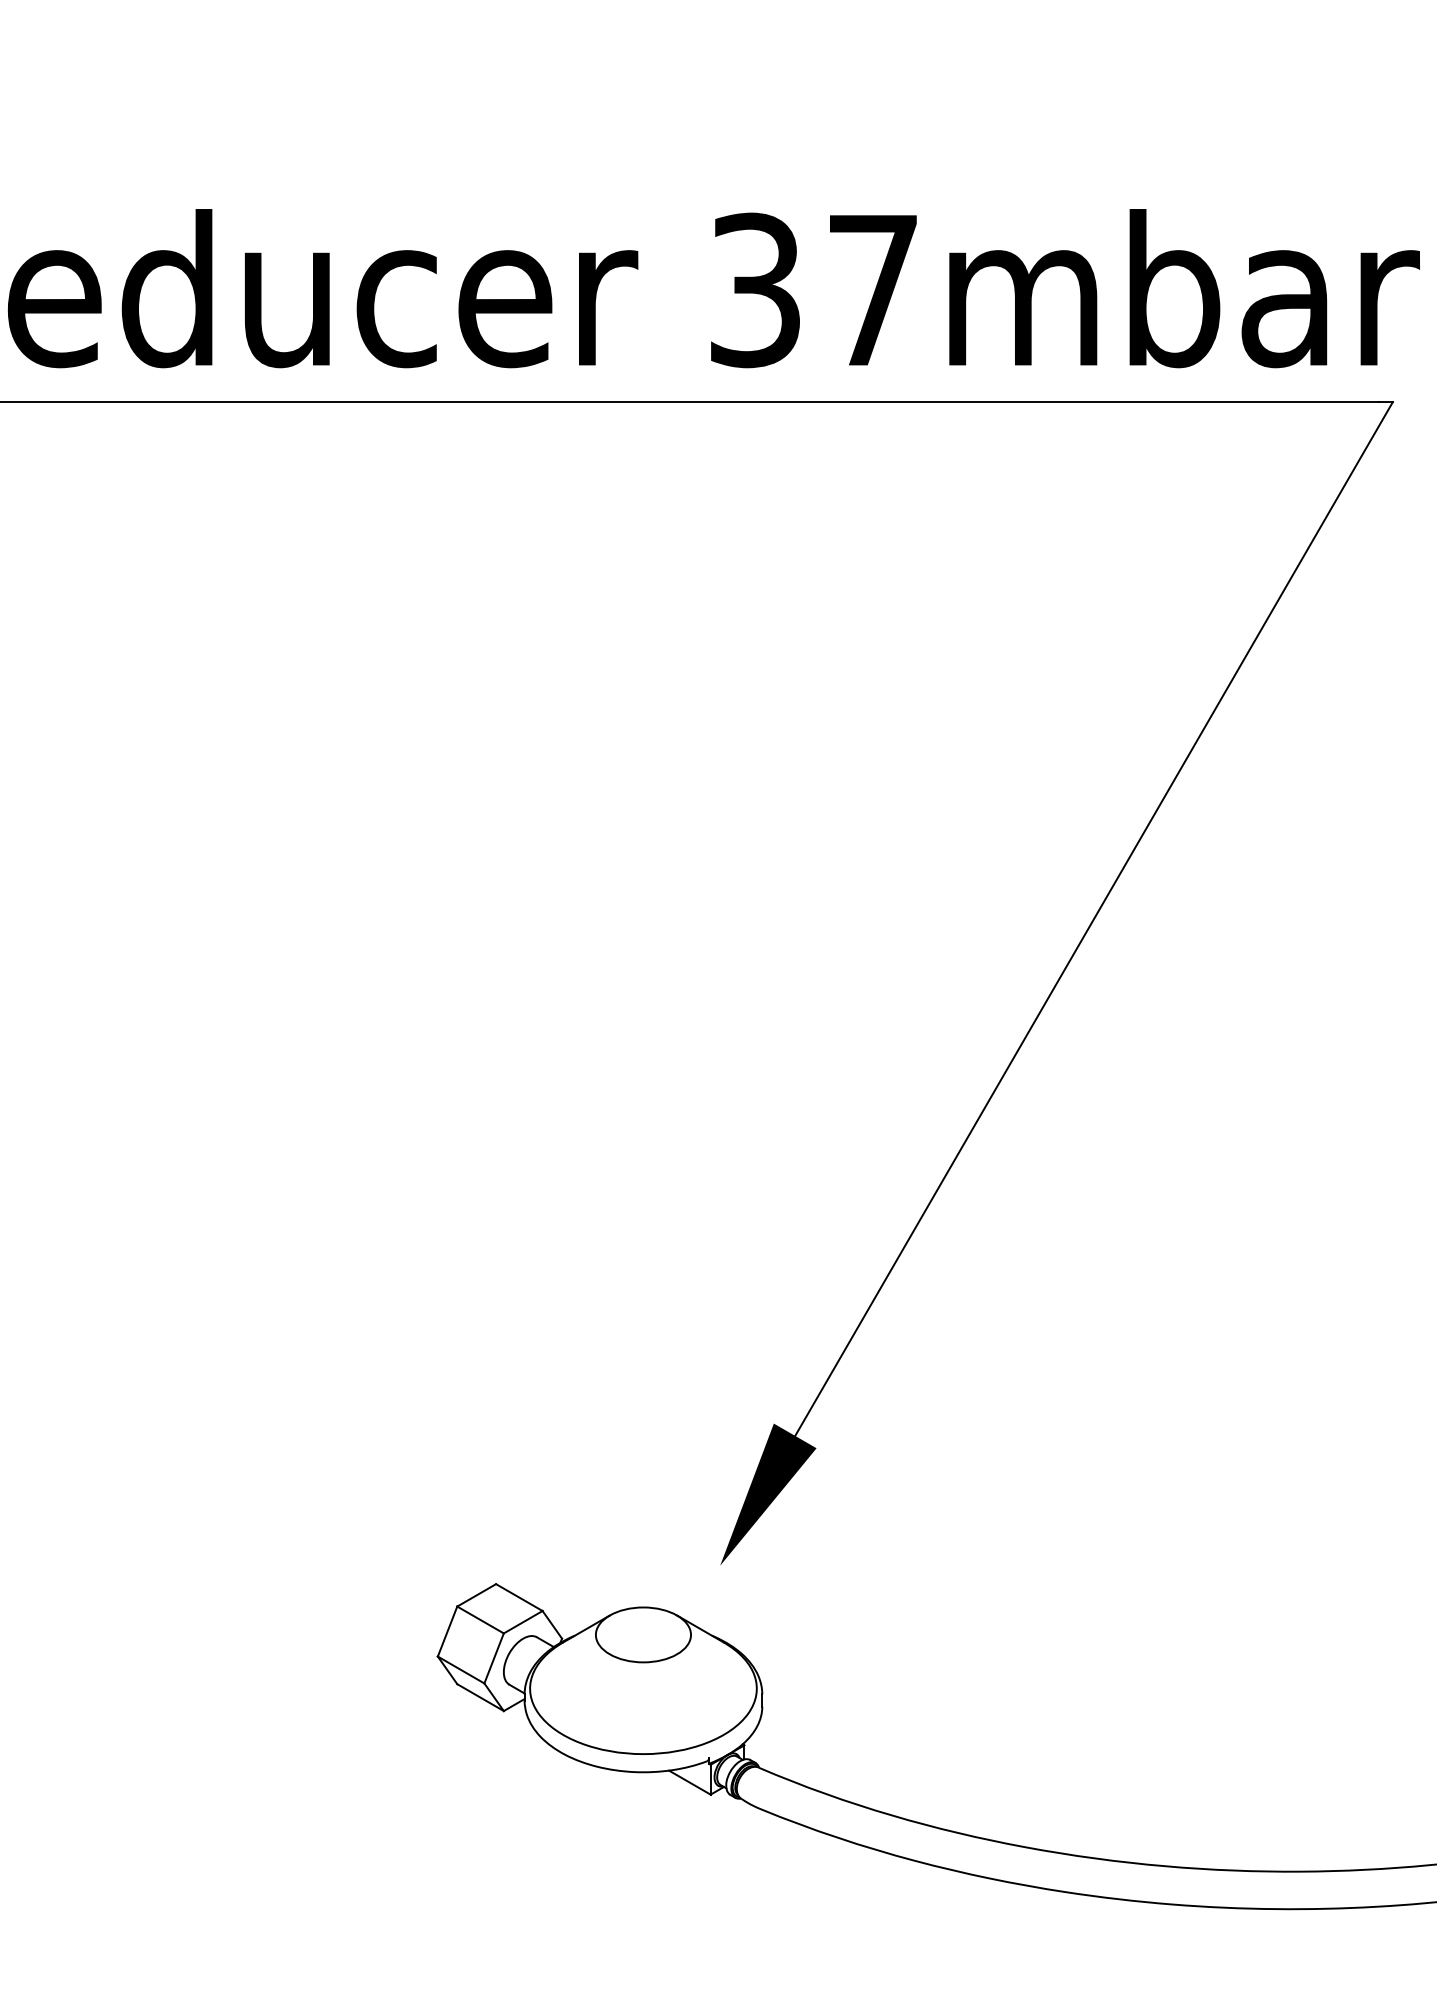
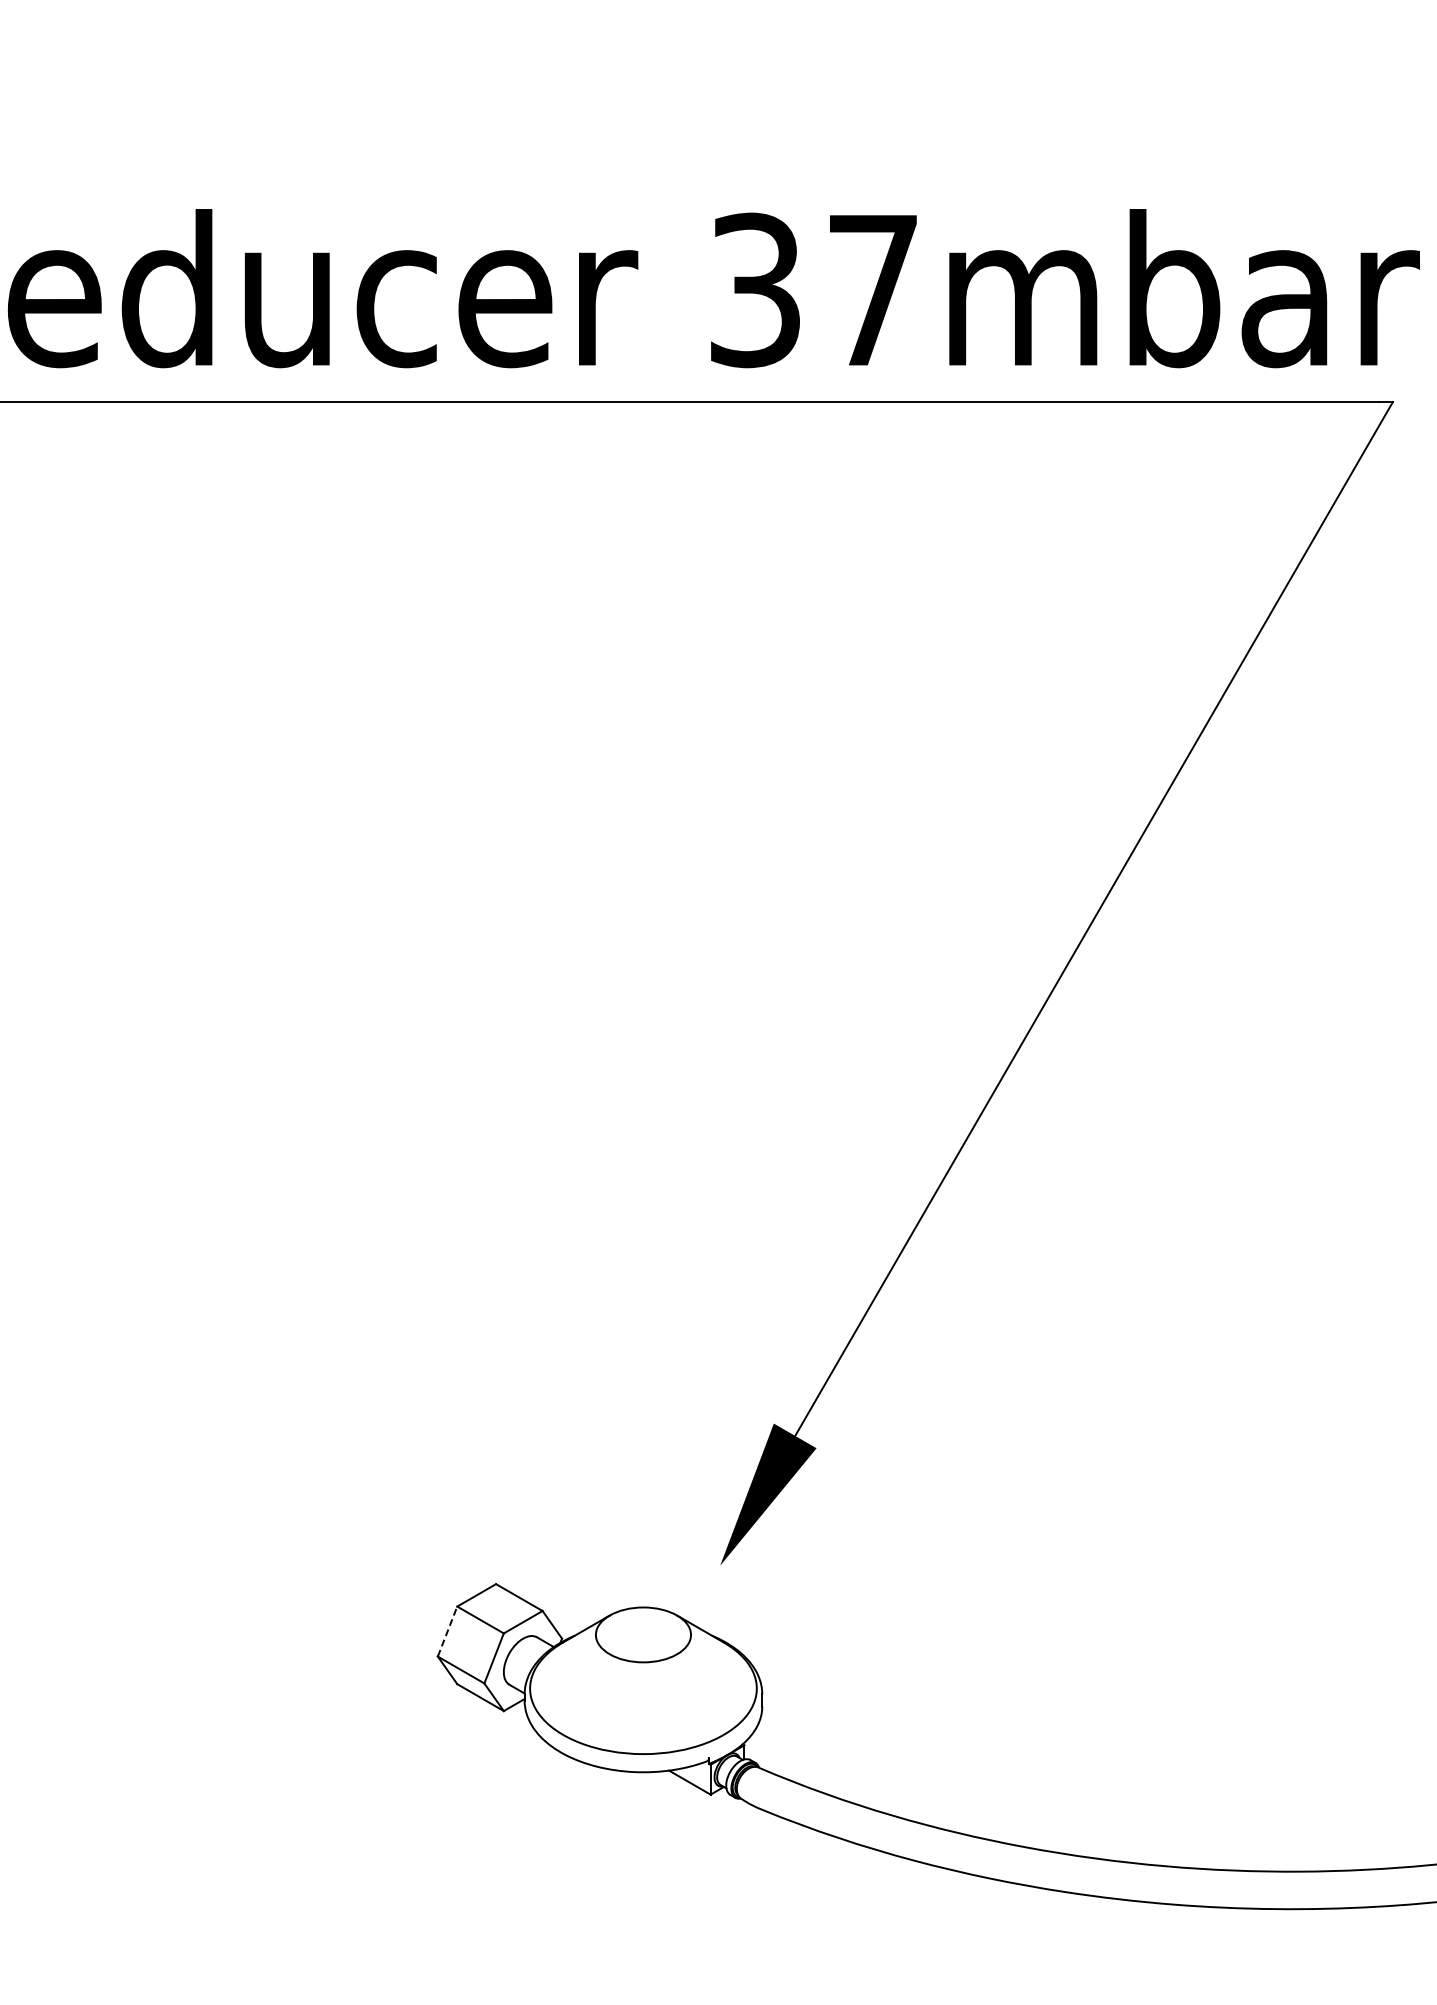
line at (447, 1631): solid -> dashed
